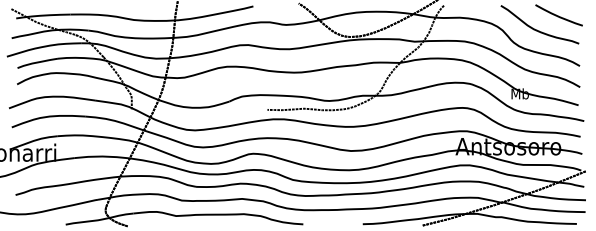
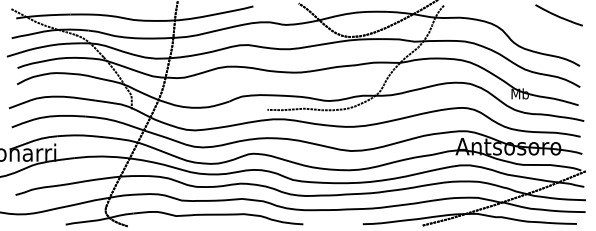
curve at (537, 29): present -> none
